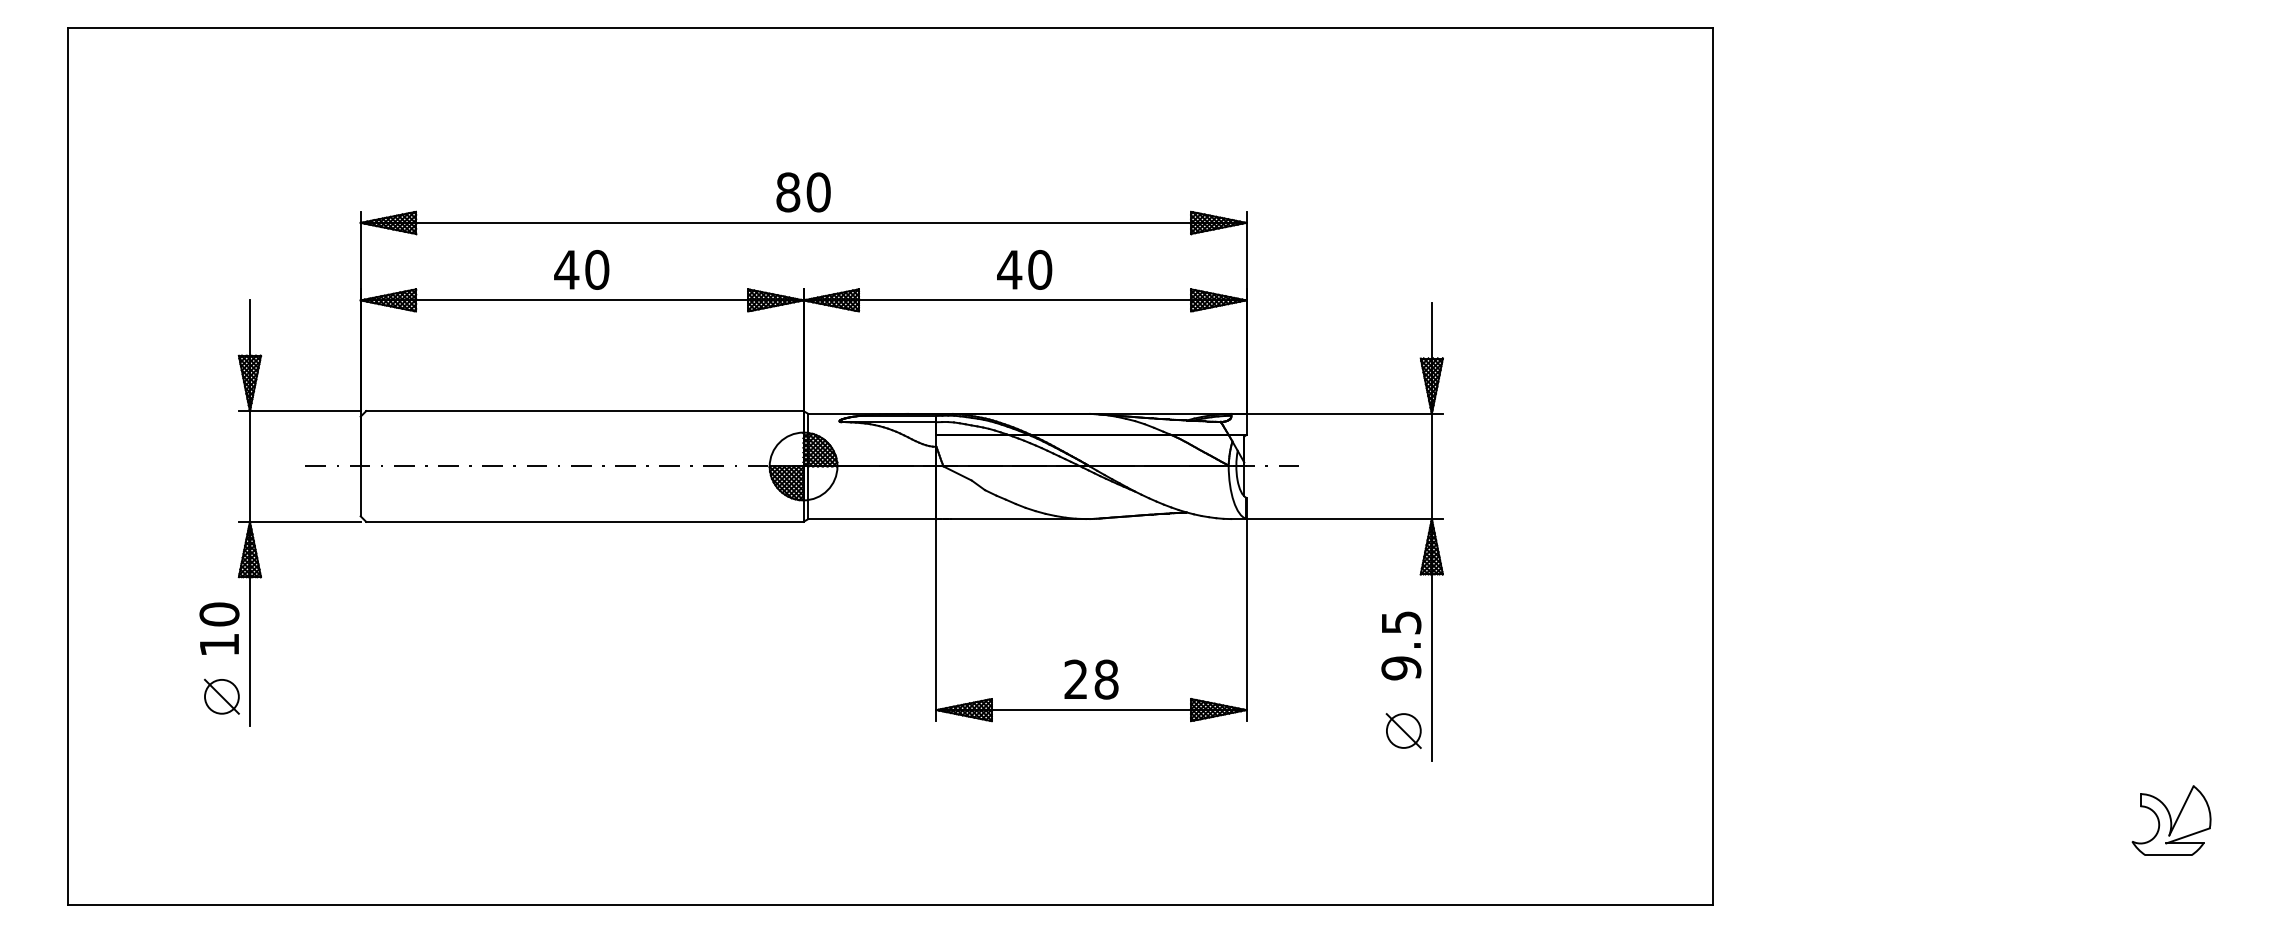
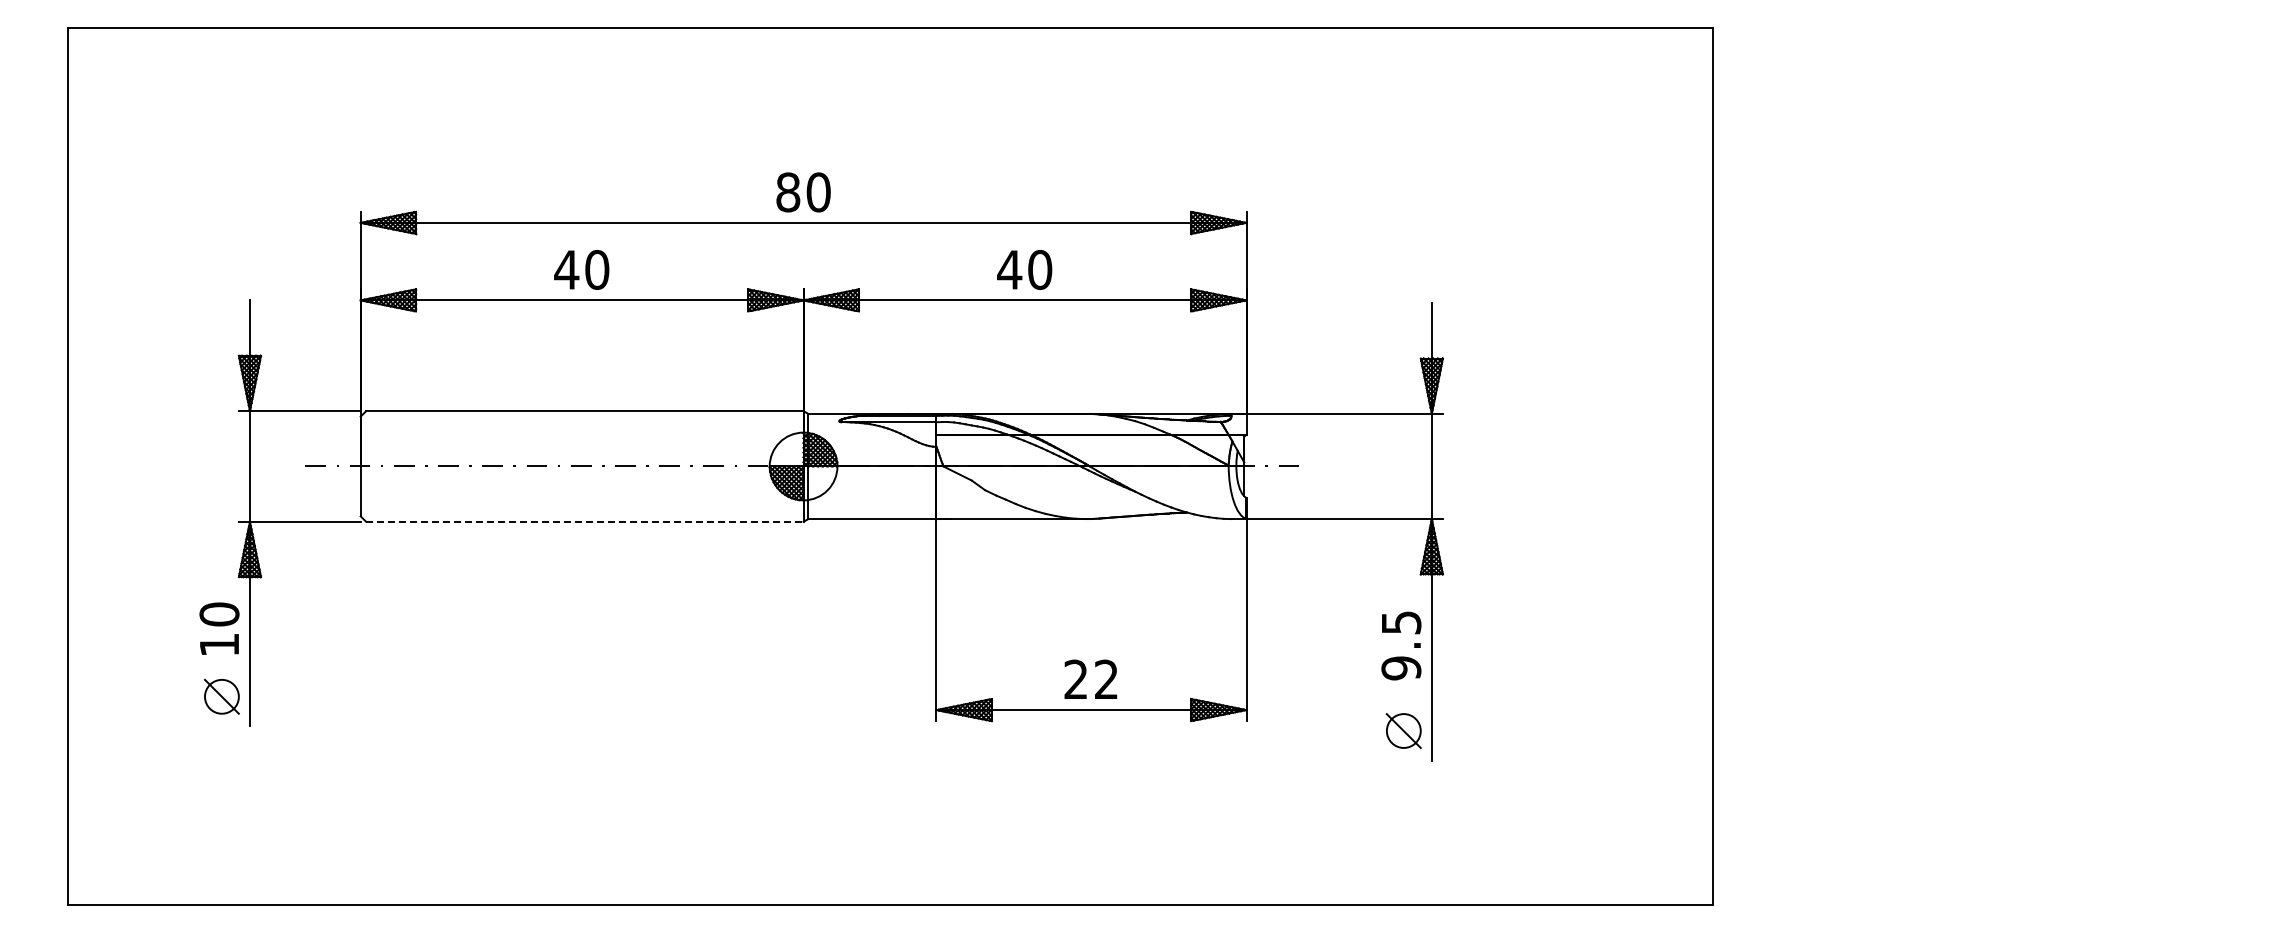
line at (584, 521): solid -> dashed
text at (1106, 679): 28 -> 22
part at (2171, 820): present -> none
